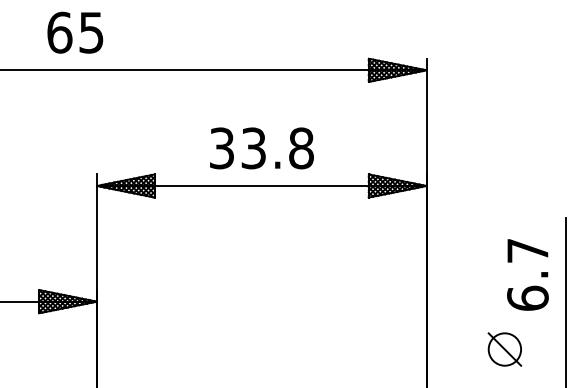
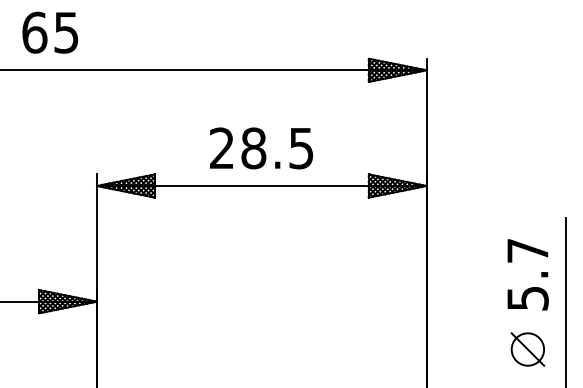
text at (75, 32) position: (75, 32) -> (50, 32)
text at (261, 148): 33.8 -> 28.5
text at (527, 297): 6.7 -> 5.7
part at (504, 349) position: (504, 349) -> (527, 349)
